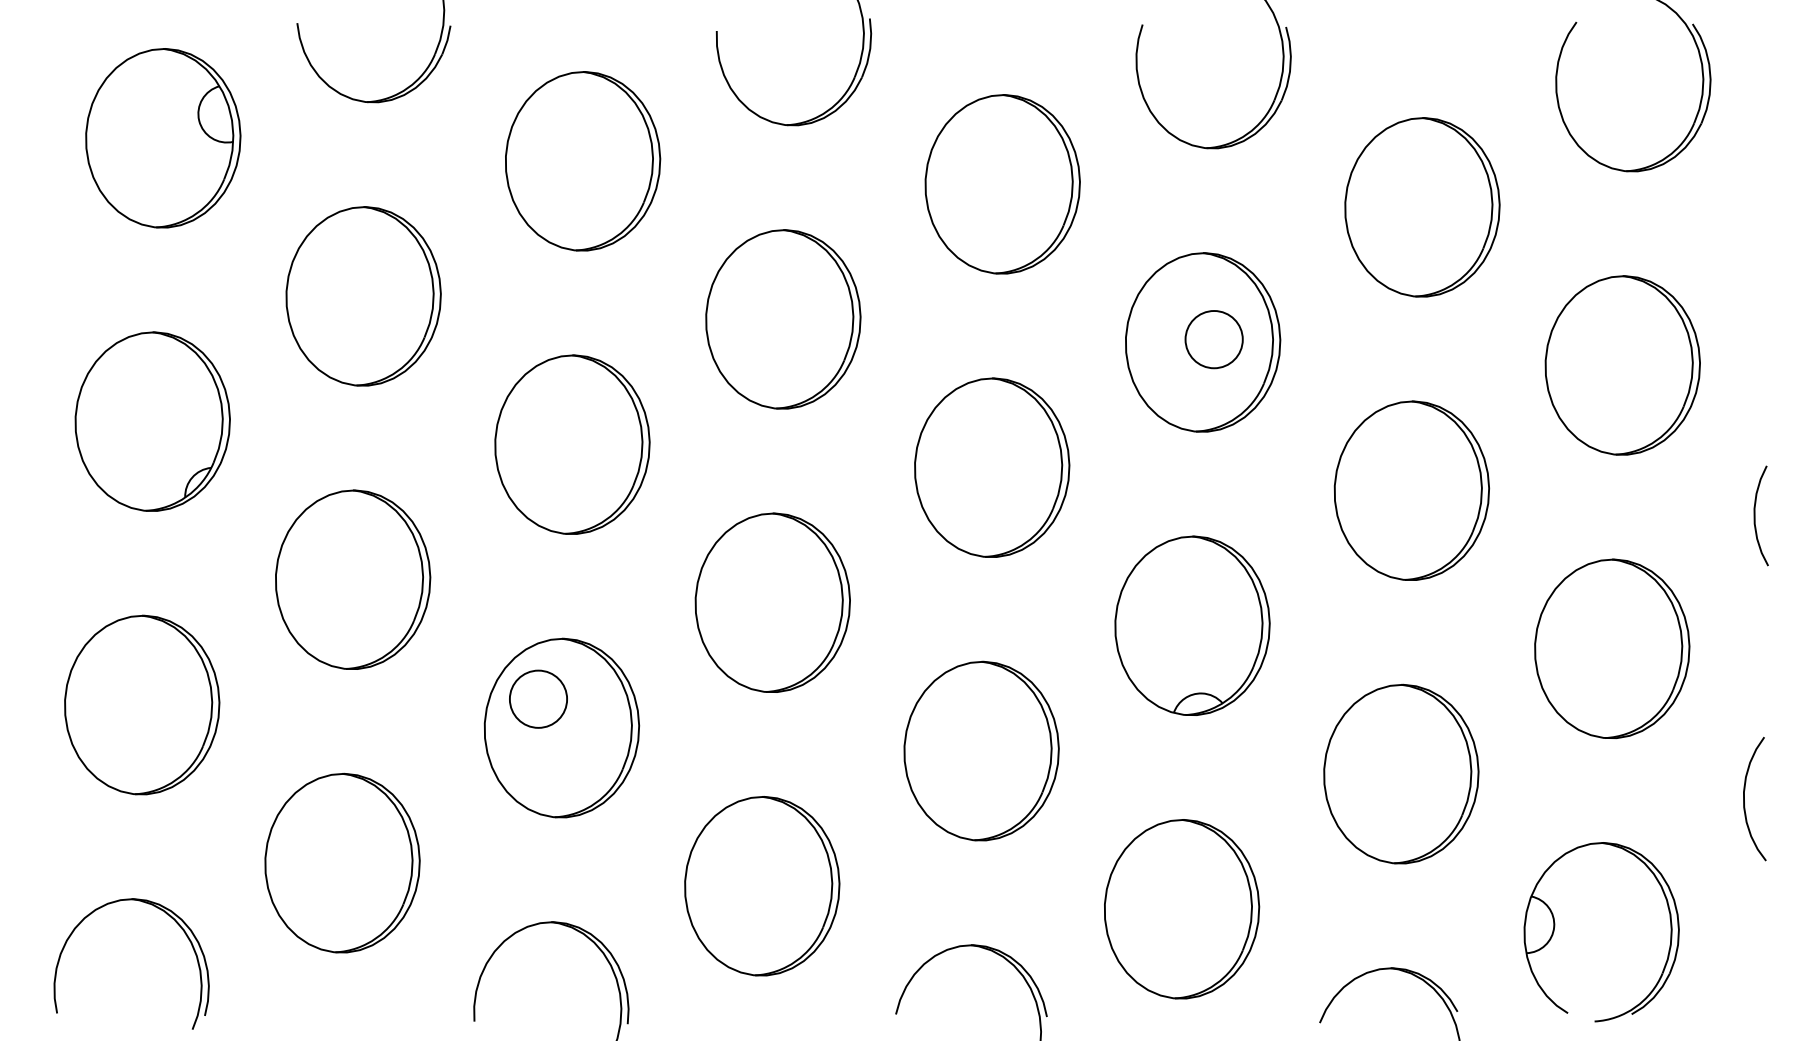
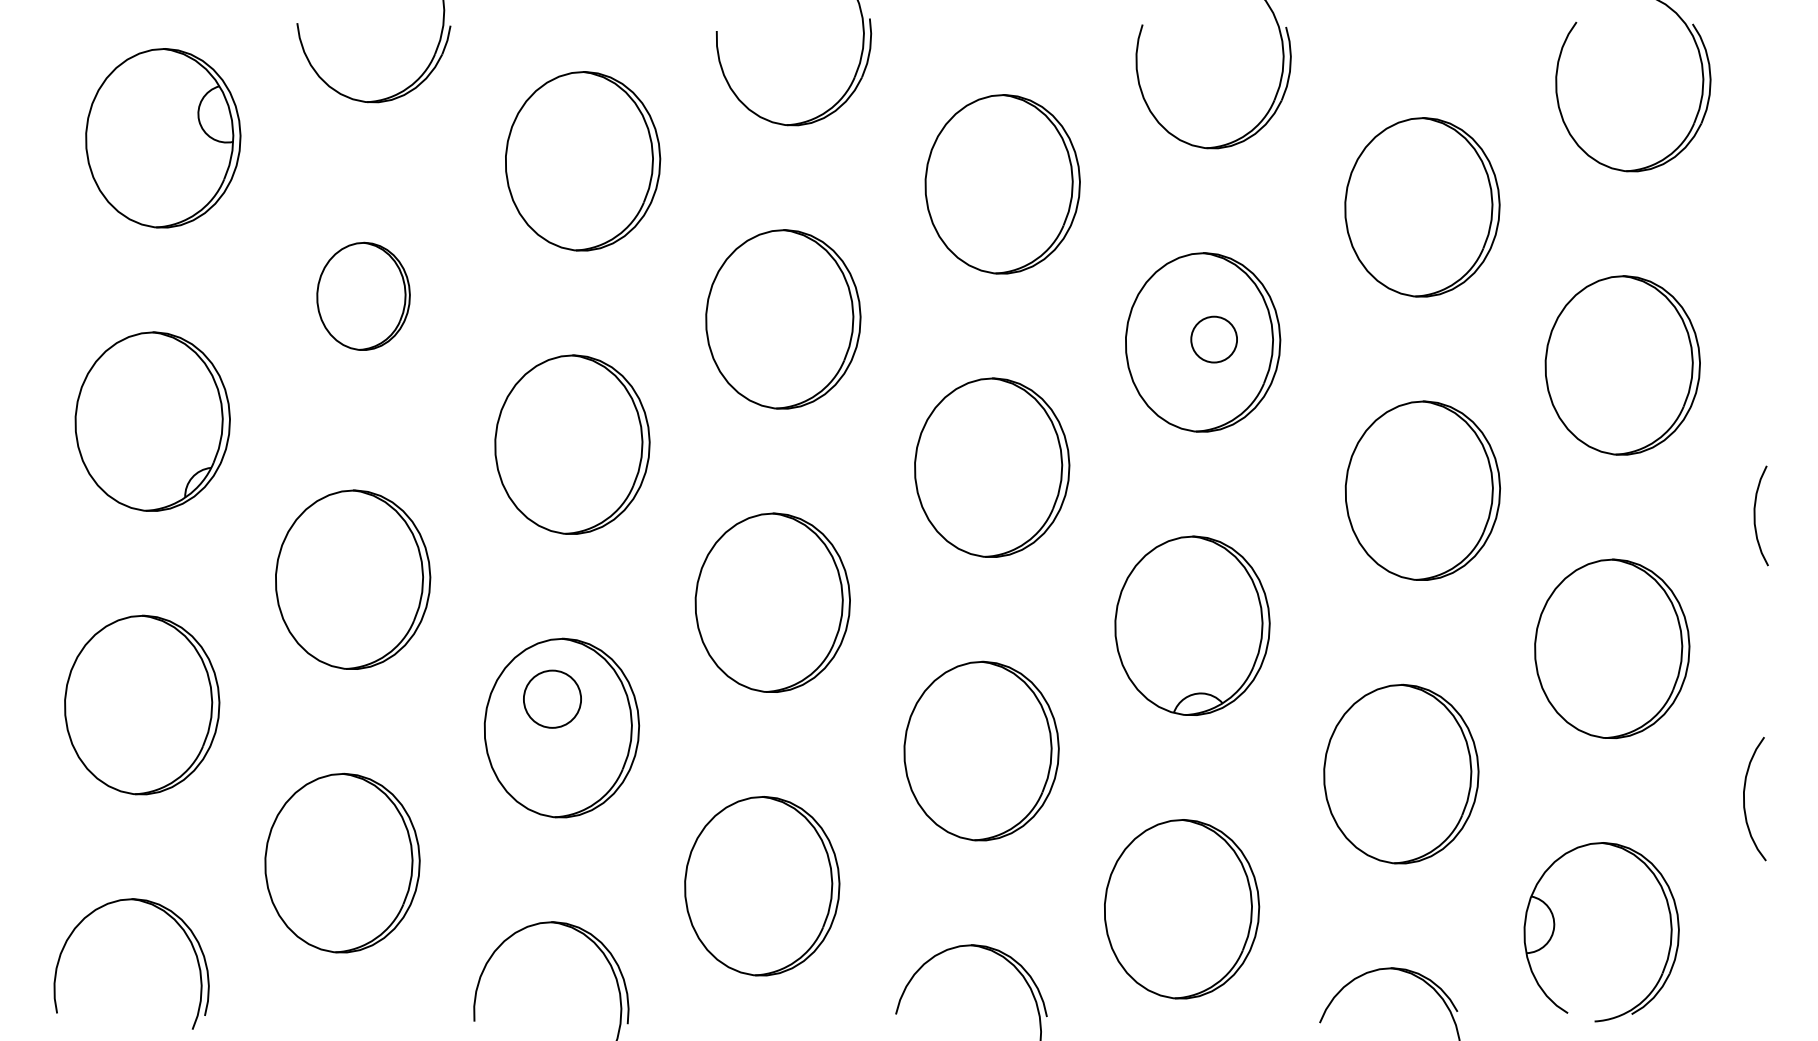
part at (363, 296) size: 157x181 px -> 95x110 px
circle at (1213, 339) diameter: 57 px -> 46 px
part at (1411, 490) position: (1411, 490) -> (1422, 490)
circle at (538, 698) position: (538, 698) -> (552, 698)
